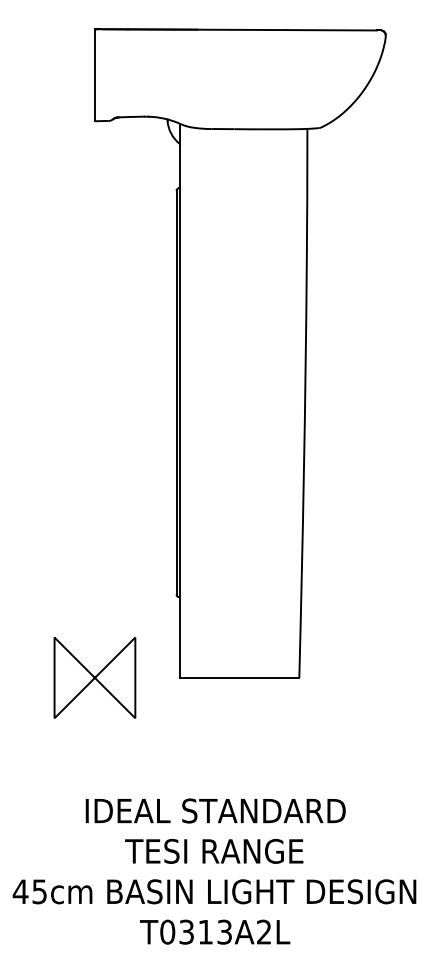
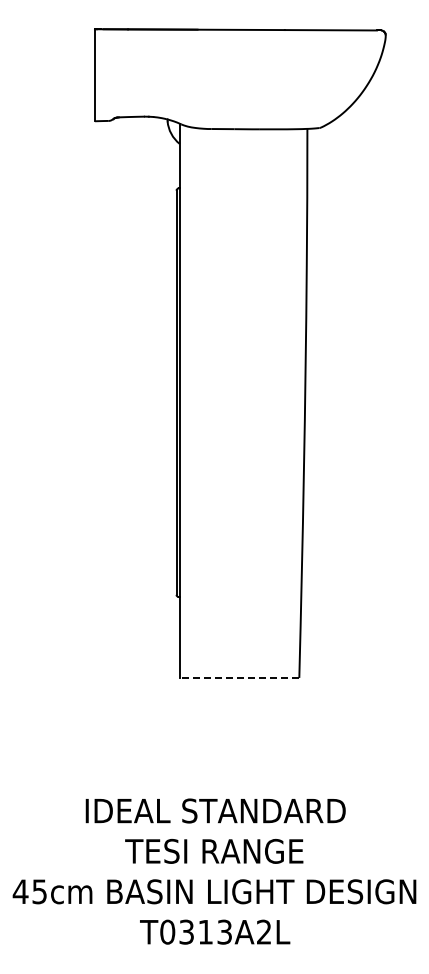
part at (94, 677): present -> none
line at (239, 677): solid -> dashed
